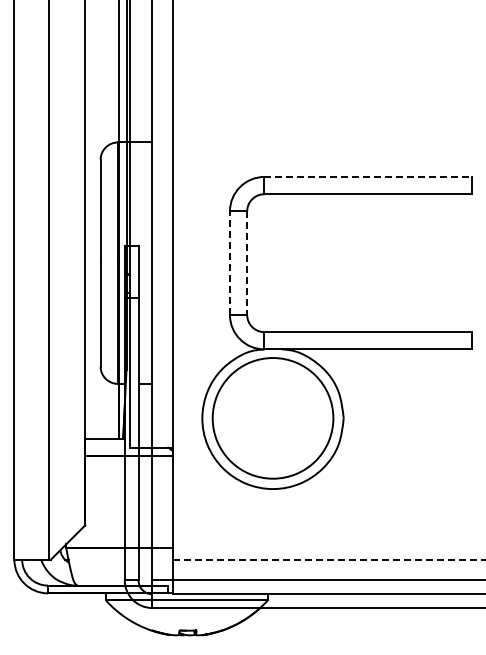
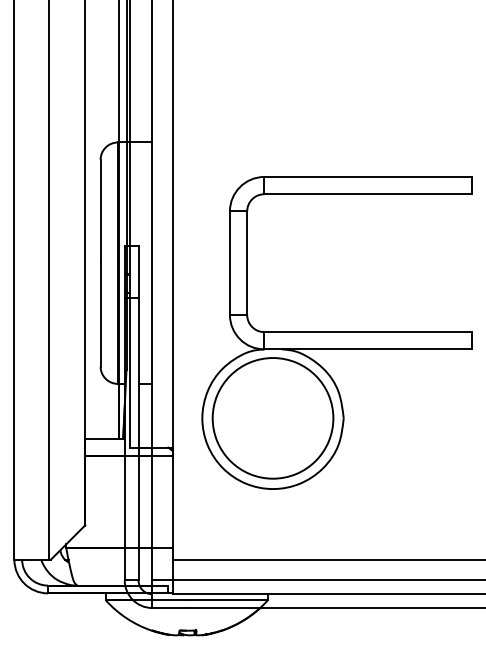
line at (368, 176): dashed -> solid
line at (229, 263): dashed -> solid
line at (247, 263): dashed -> solid
line at (329, 559): dashed -> solid
